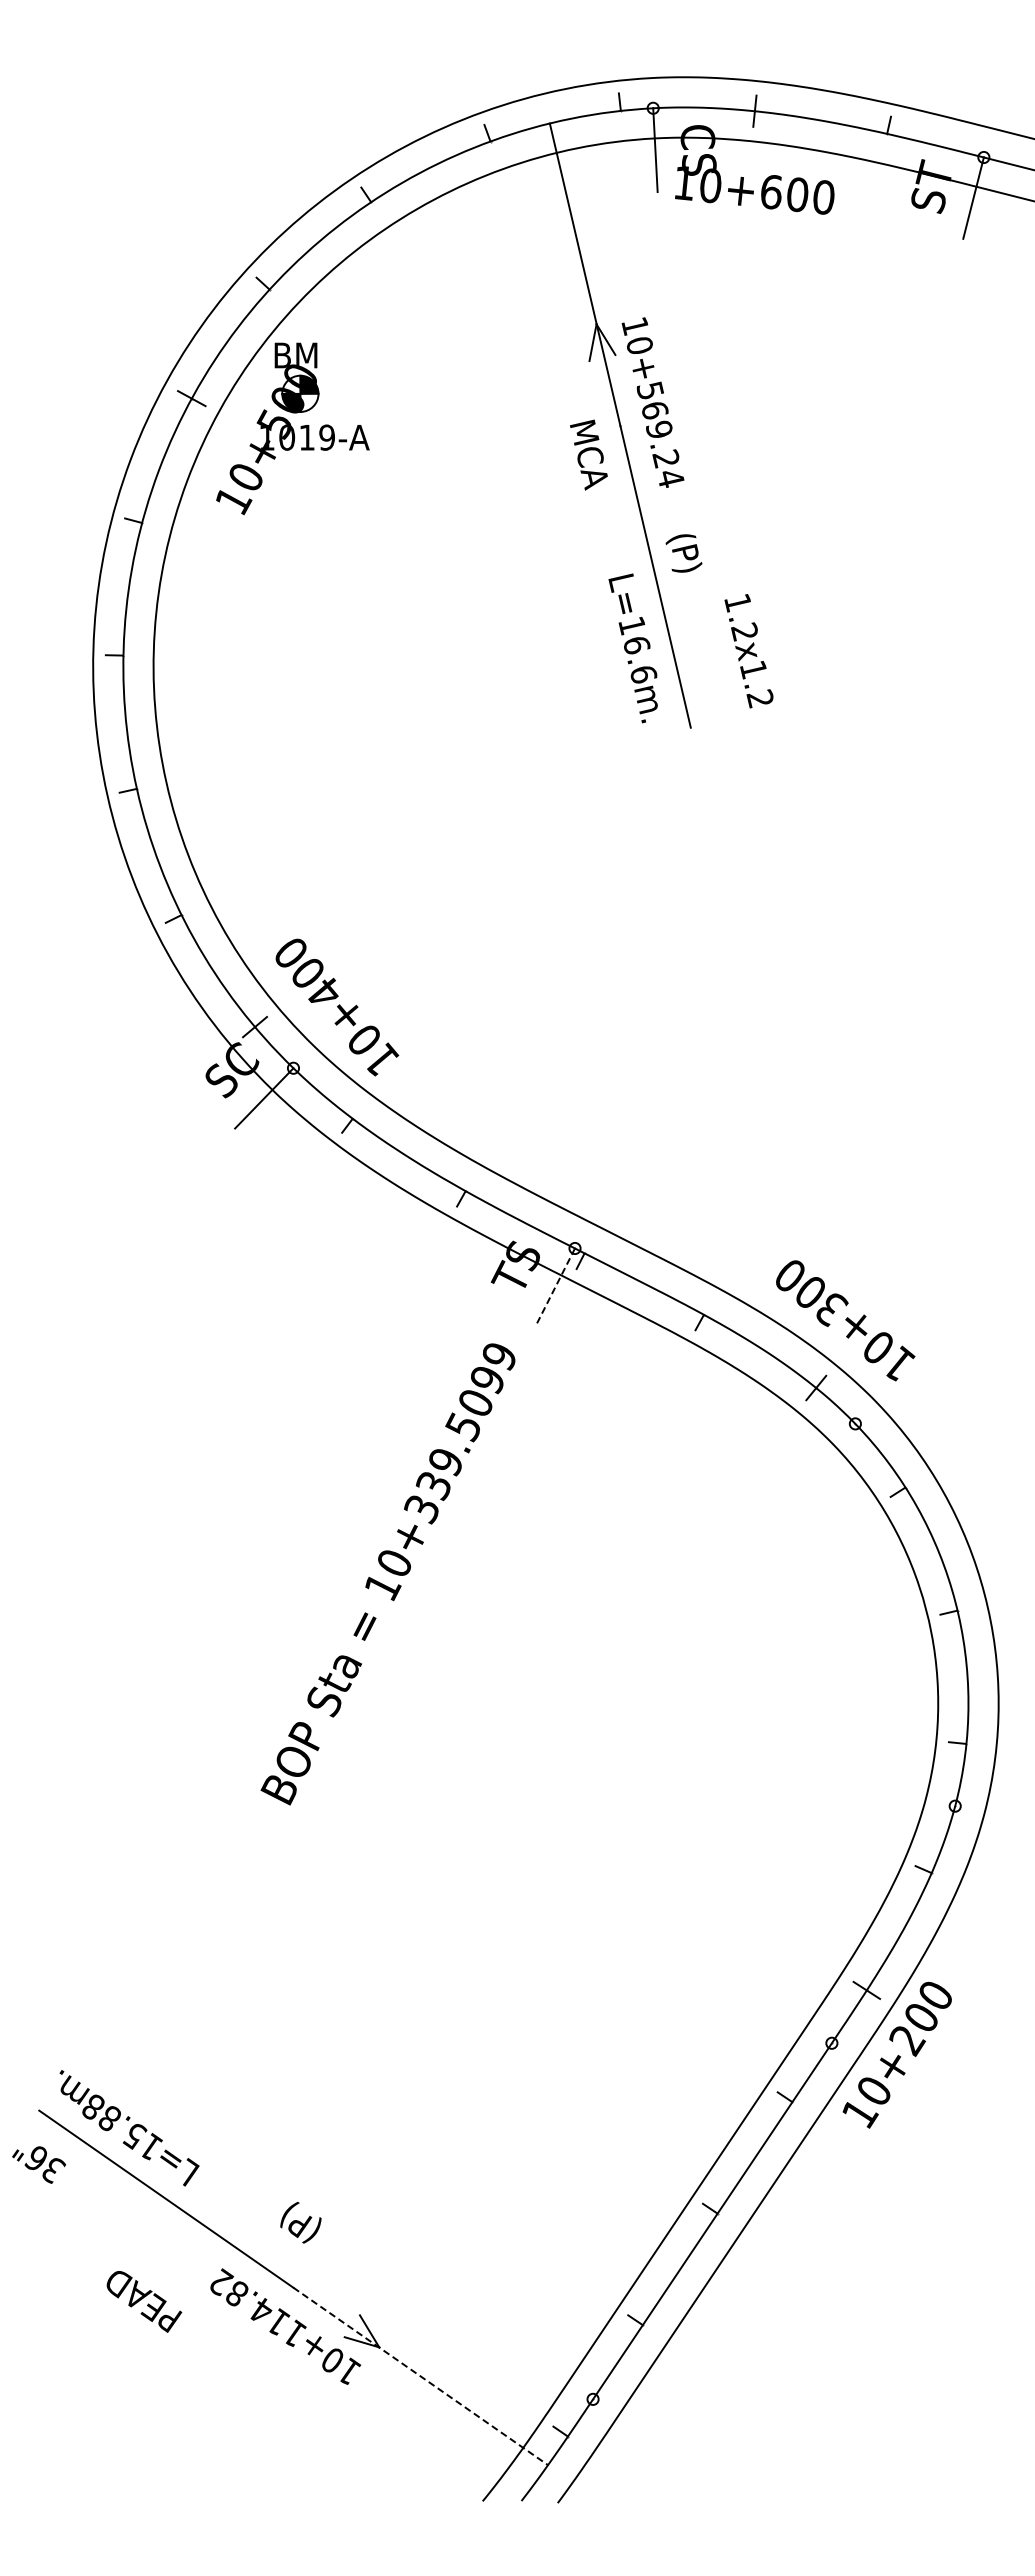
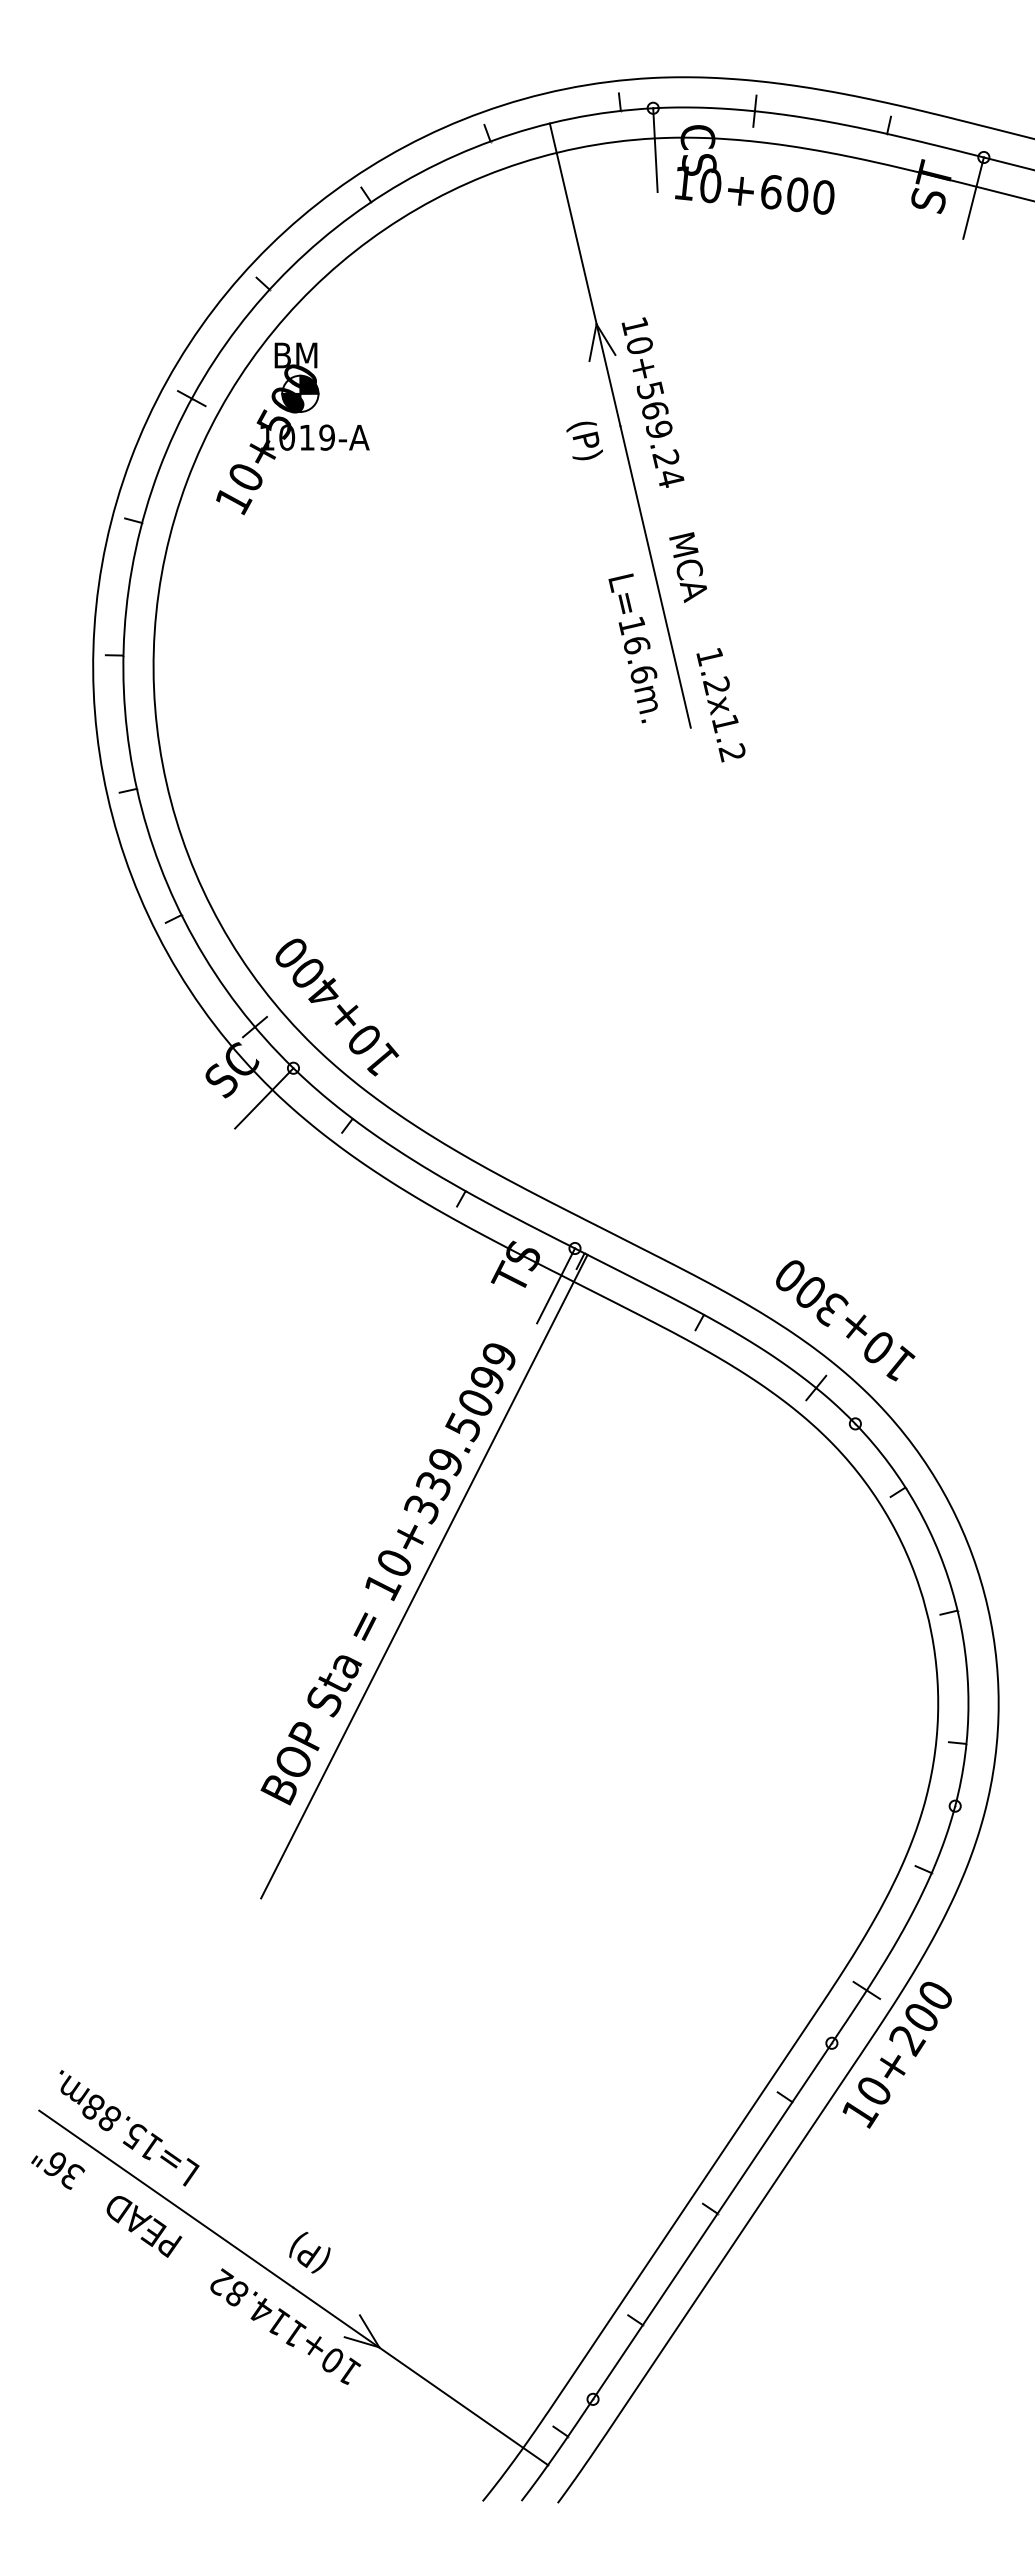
text at (586, 454): MCA -> (P)
text at (686, 567): (P) -> MCA
text at (748, 651) position: (748, 651) -> (720, 705)
line at (556, 1285): dashed -> solid
line at (424, 1576): none -> present
text at (39, 2164) position: (39, 2164) -> (58, 2170)
text at (300, 2222) position: (300, 2222) -> (309, 2252)
text at (144, 2301) position: (144, 2301) -> (144, 2226)
line at (421, 2376): dashed -> solid
